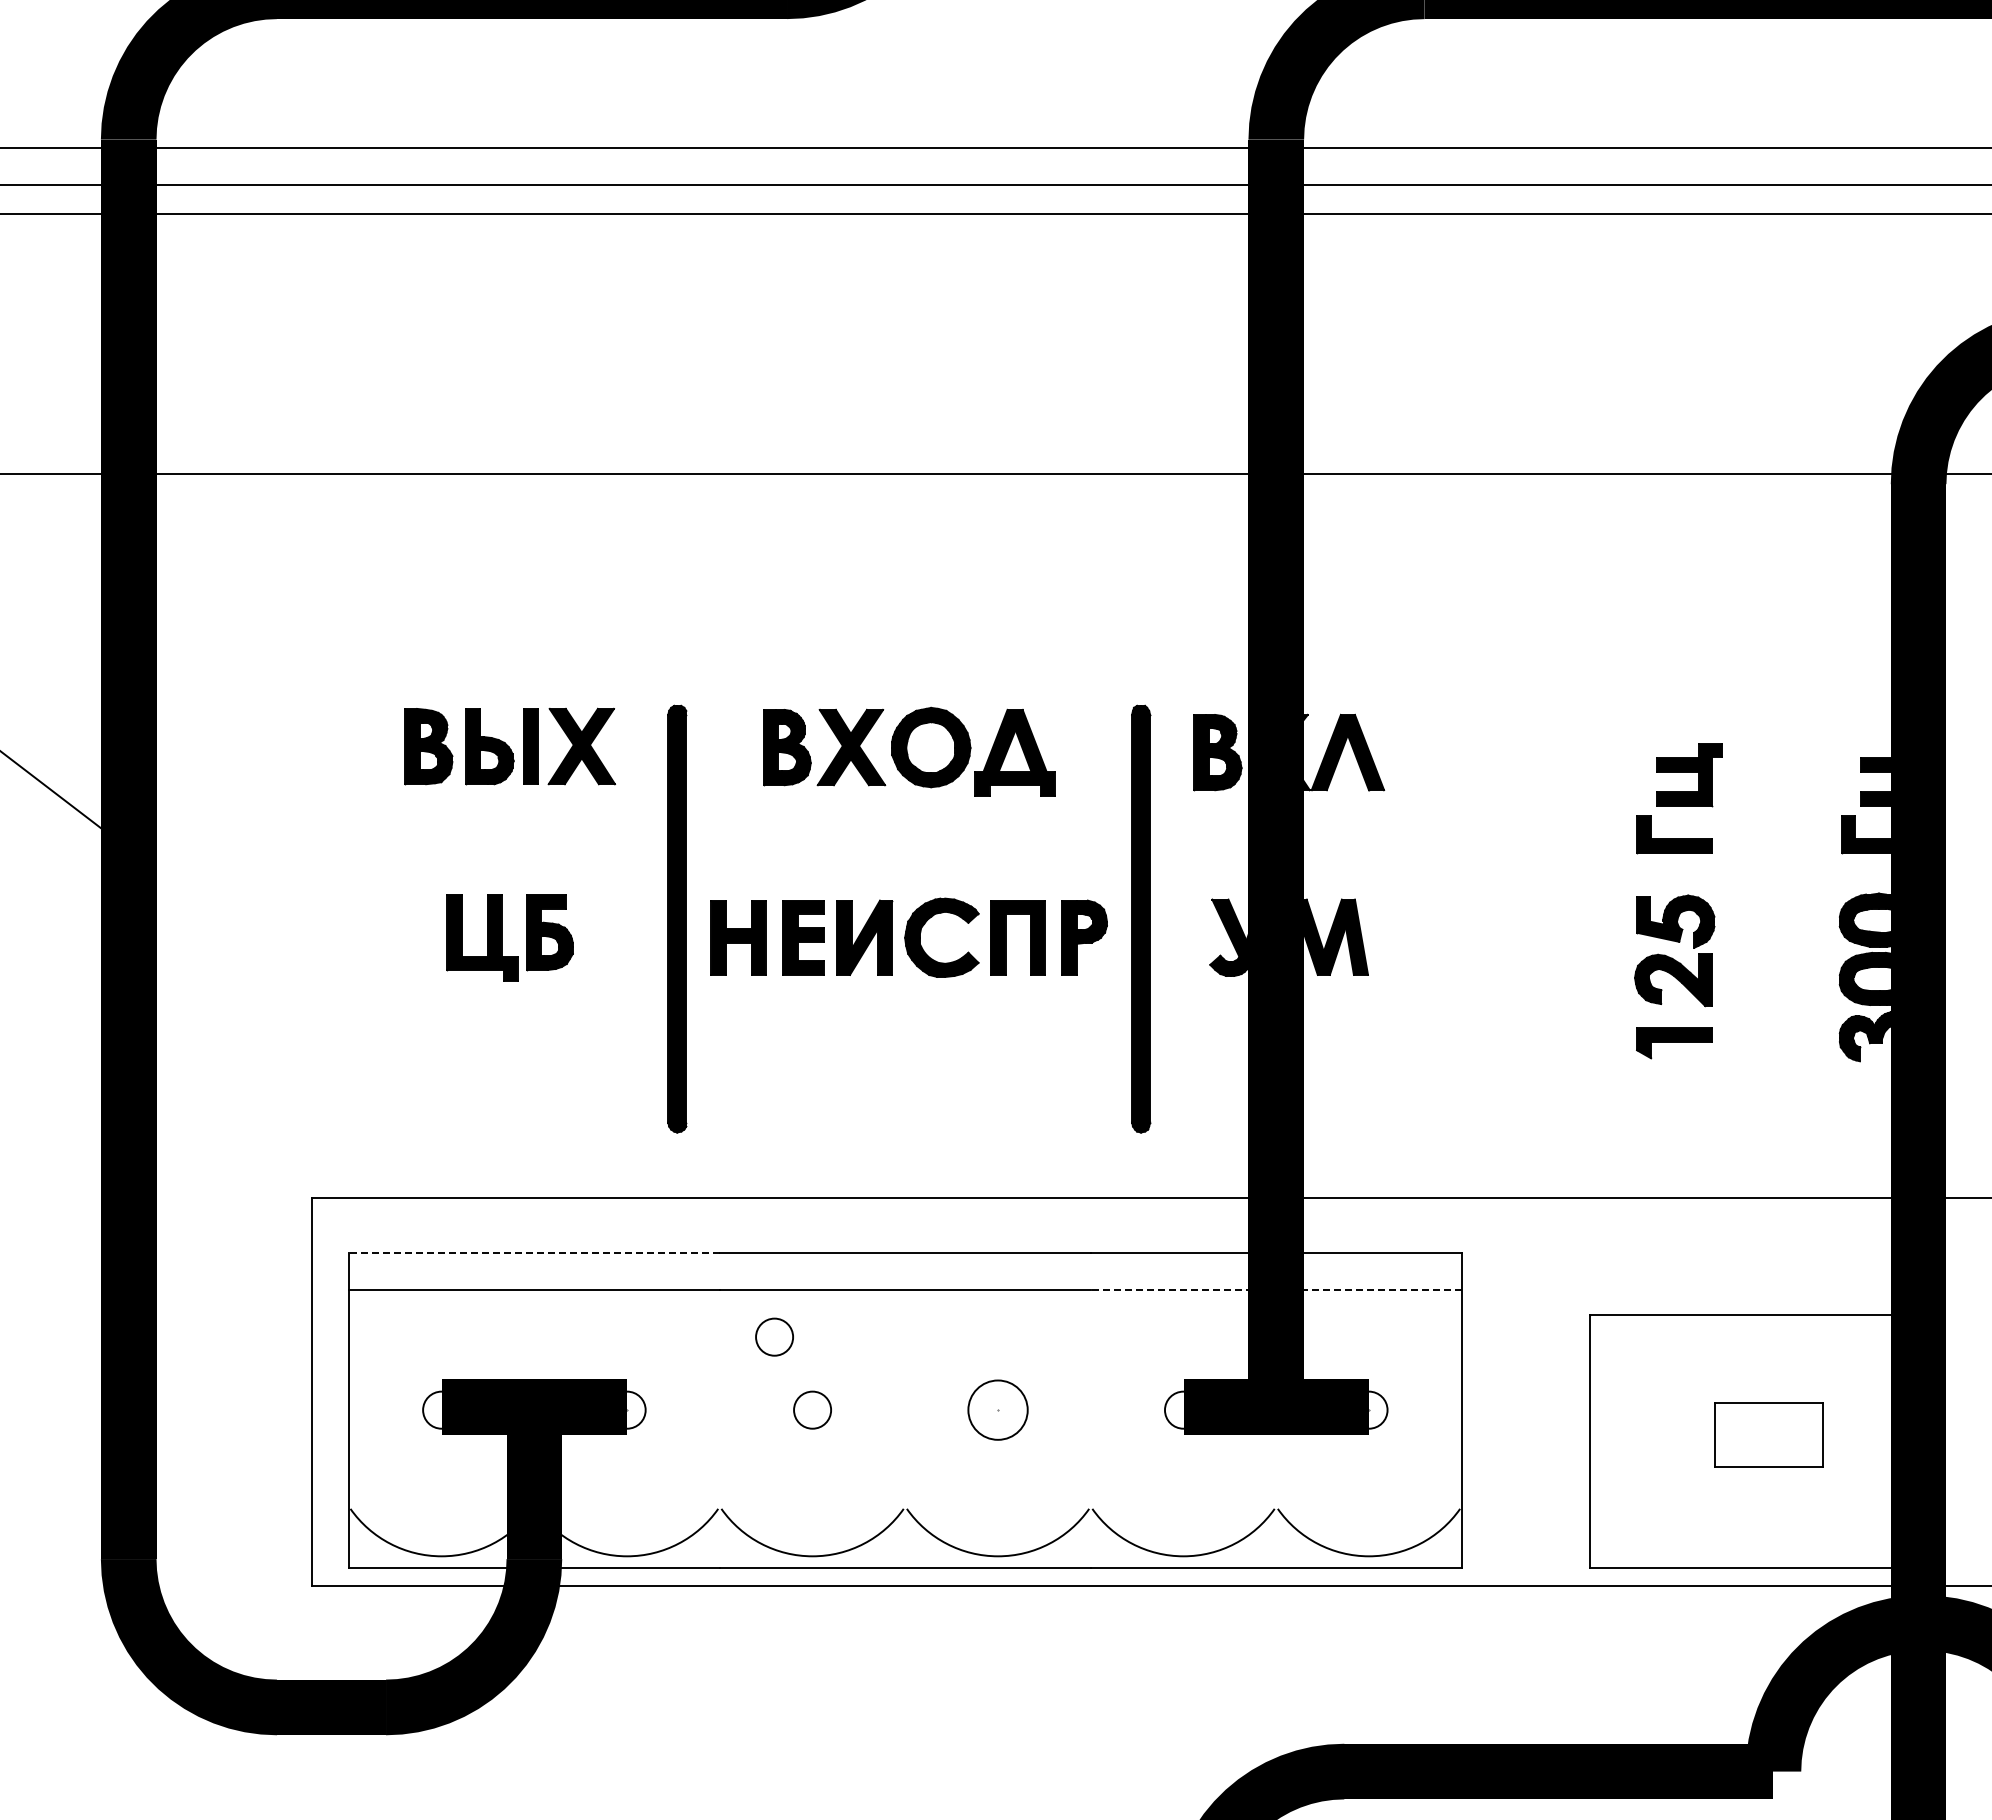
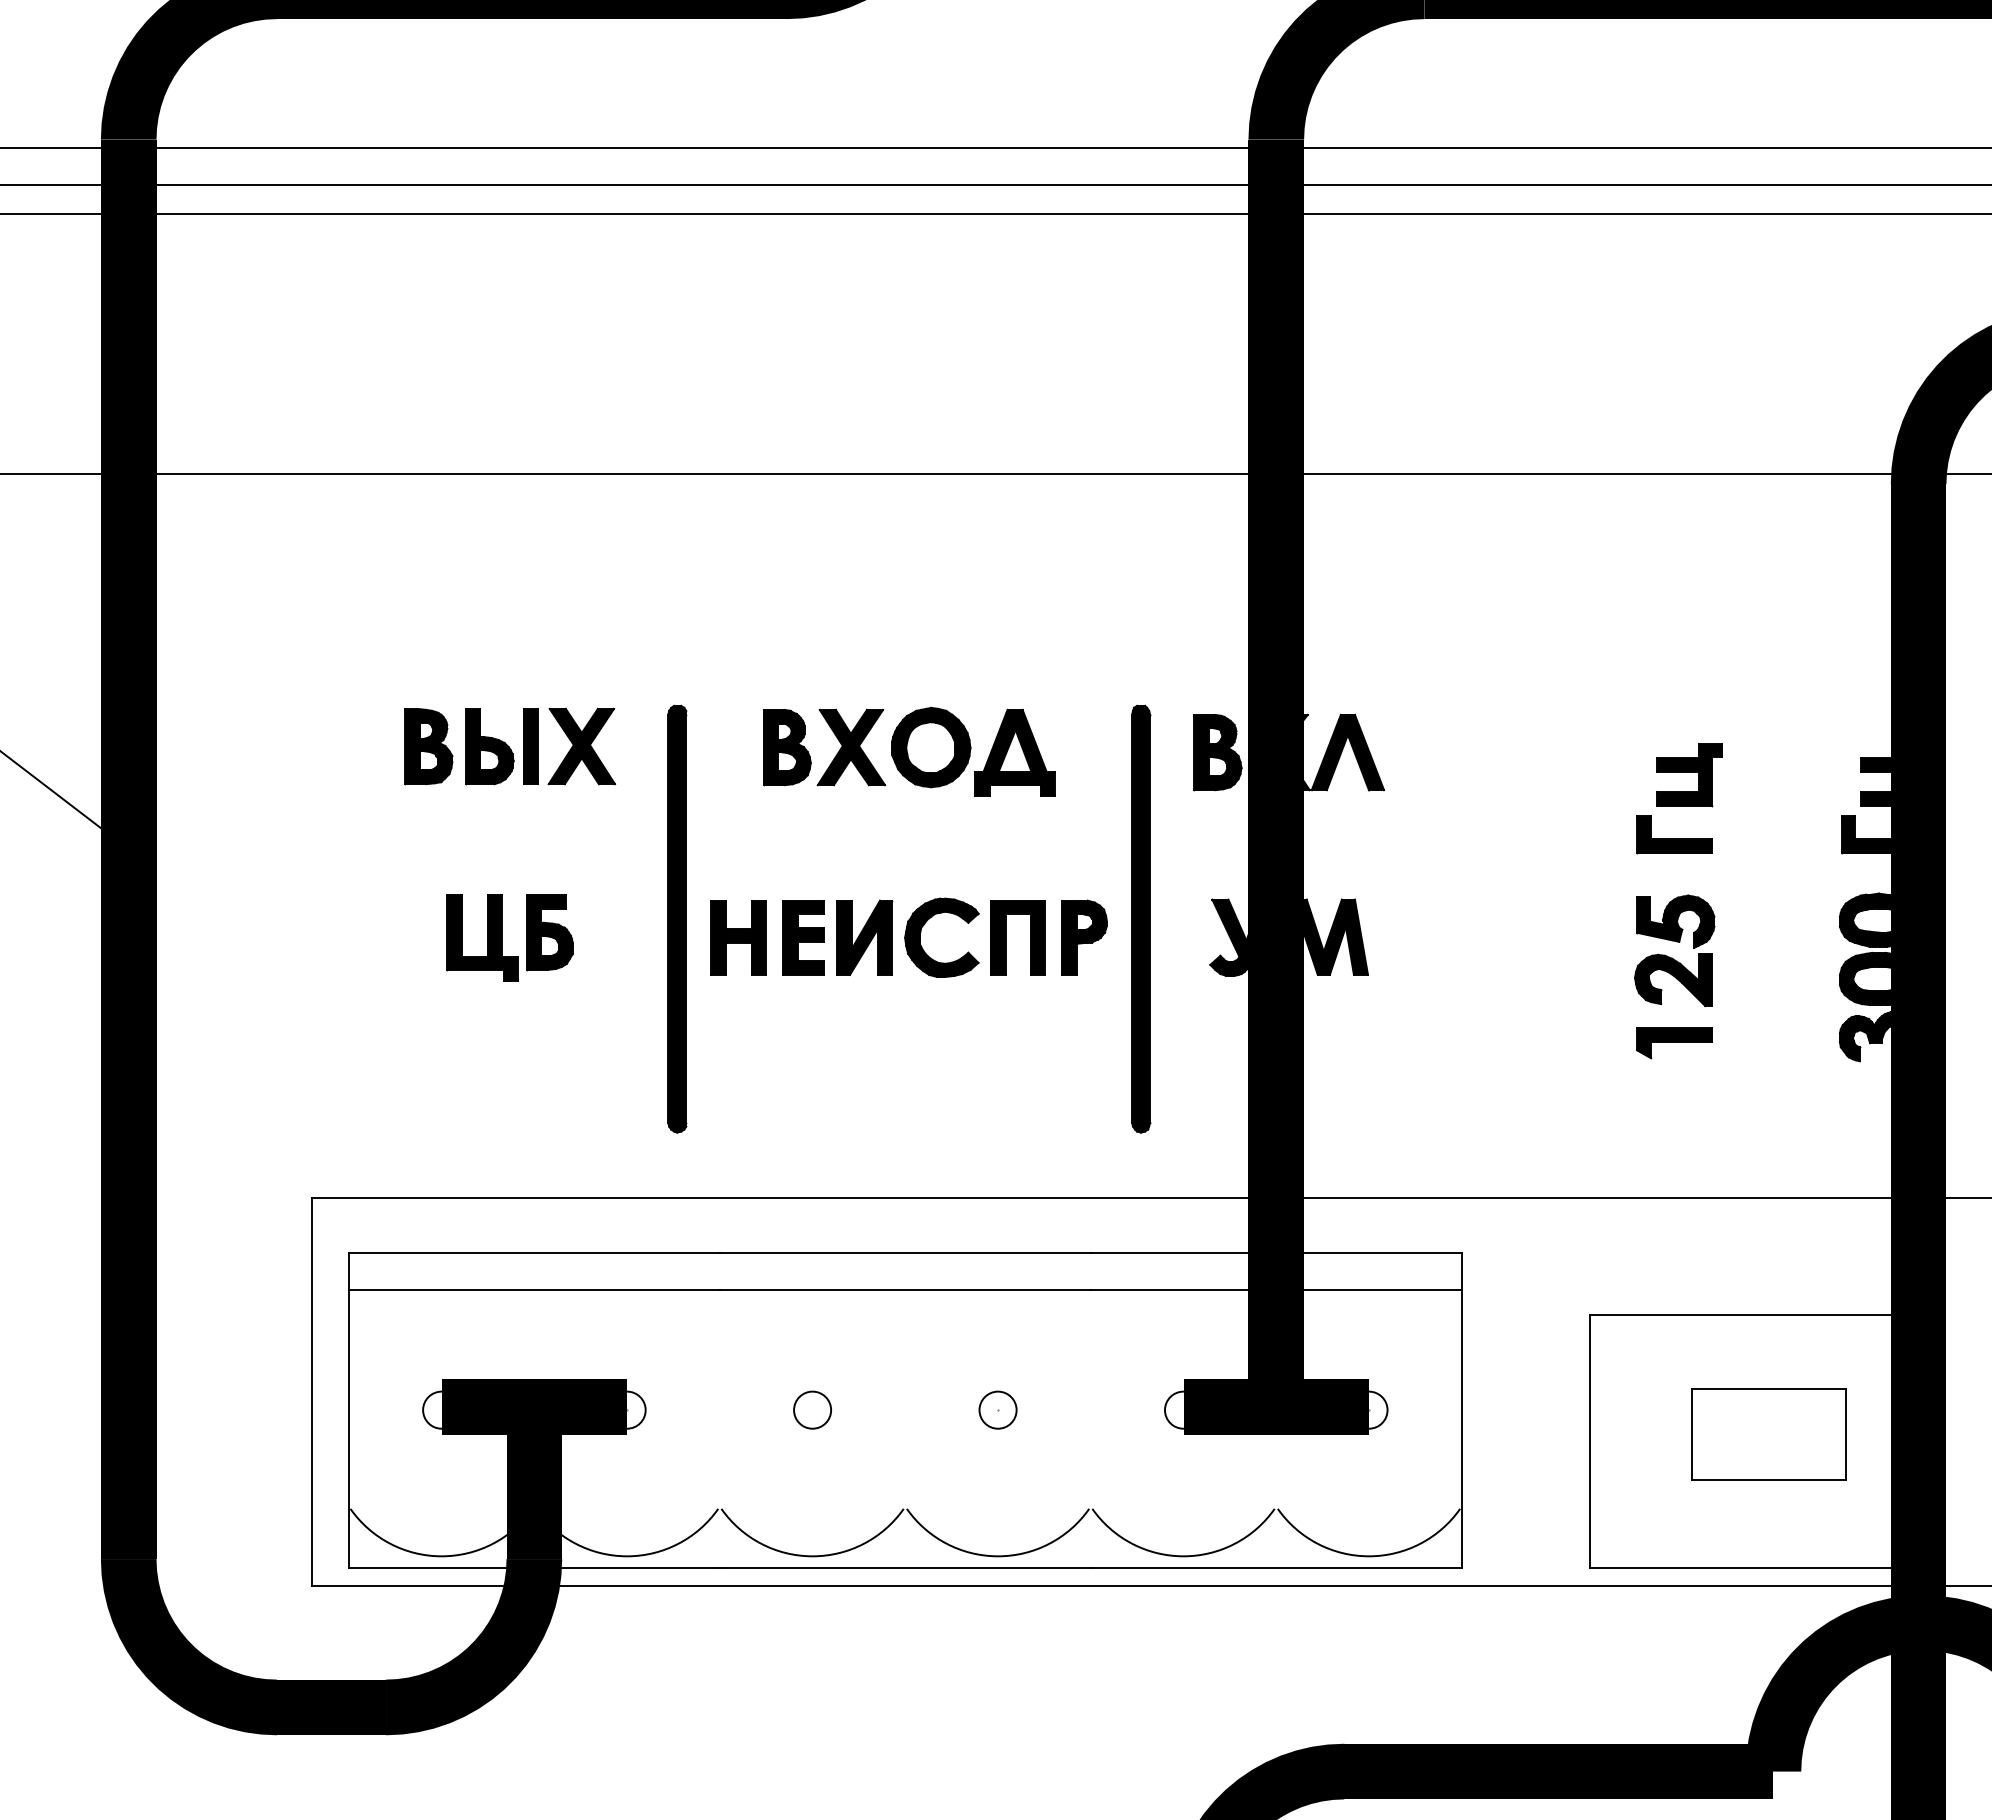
line at (533, 1252): dashed -> solid
line at (1275, 1289): dashed -> solid
circle at (774, 1336): present -> none
circle at (997, 1409) diameter: 59 px -> 37 px
part at (1768, 1434) size: 110x66 px -> 156x93 px
